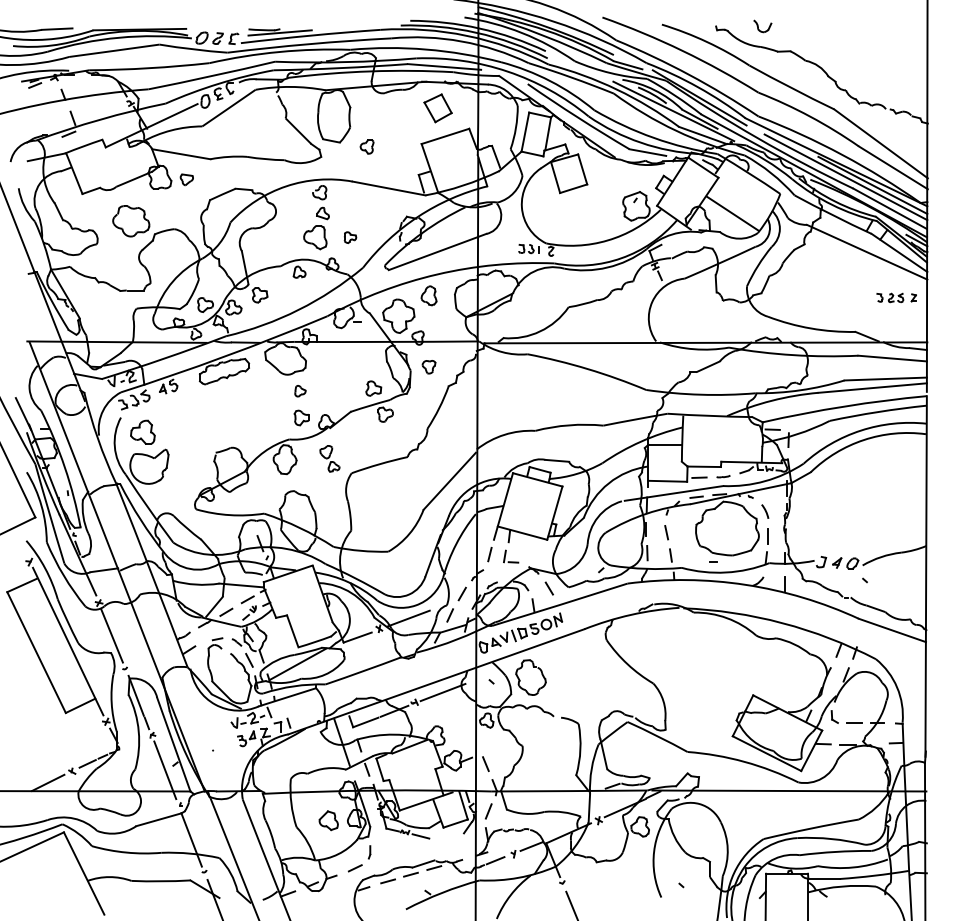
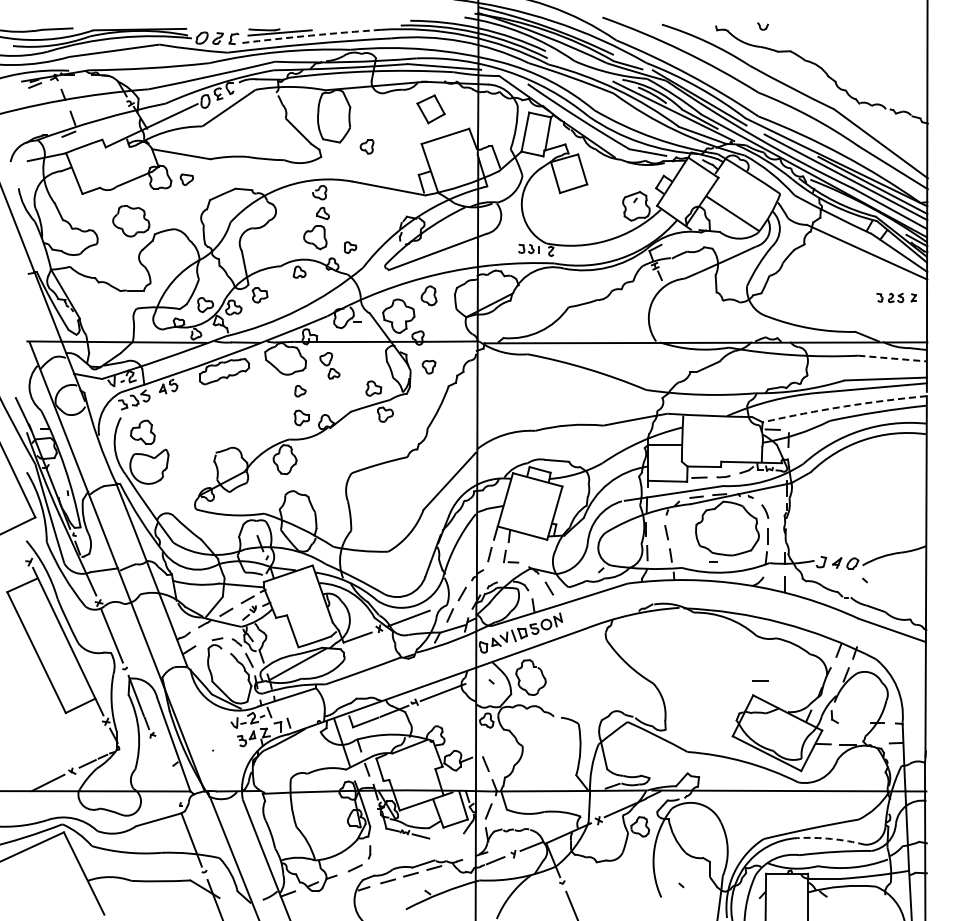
part at (762, 26) size: 20x15 px -> 12x9 px
arc at (310, 35): solid -> dashed
part at (437, 108) position: (437, 108) -> (430, 109)
part at (350, 237) position: (350, 237) -> (350, 247)
line at (893, 358): solid -> dashed
arc at (844, 406): solid -> dashed
part at (329, 458) position: (329, 458) -> (329, 365)
line at (854, 722) position: (854, 722) -> (760, 680)
line at (165, 770): present -> none
part at (328, 820): present -> none
arc at (831, 838): solid -> dashed
